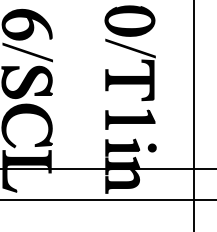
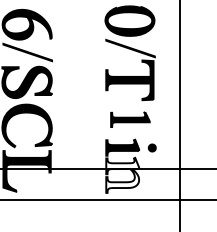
line at (193, 115) position: (193, 115) -> (179, 115)
part at (130, 119) size: 51x21 px -> 41x17 px
fill at (122, 174): present -> none
